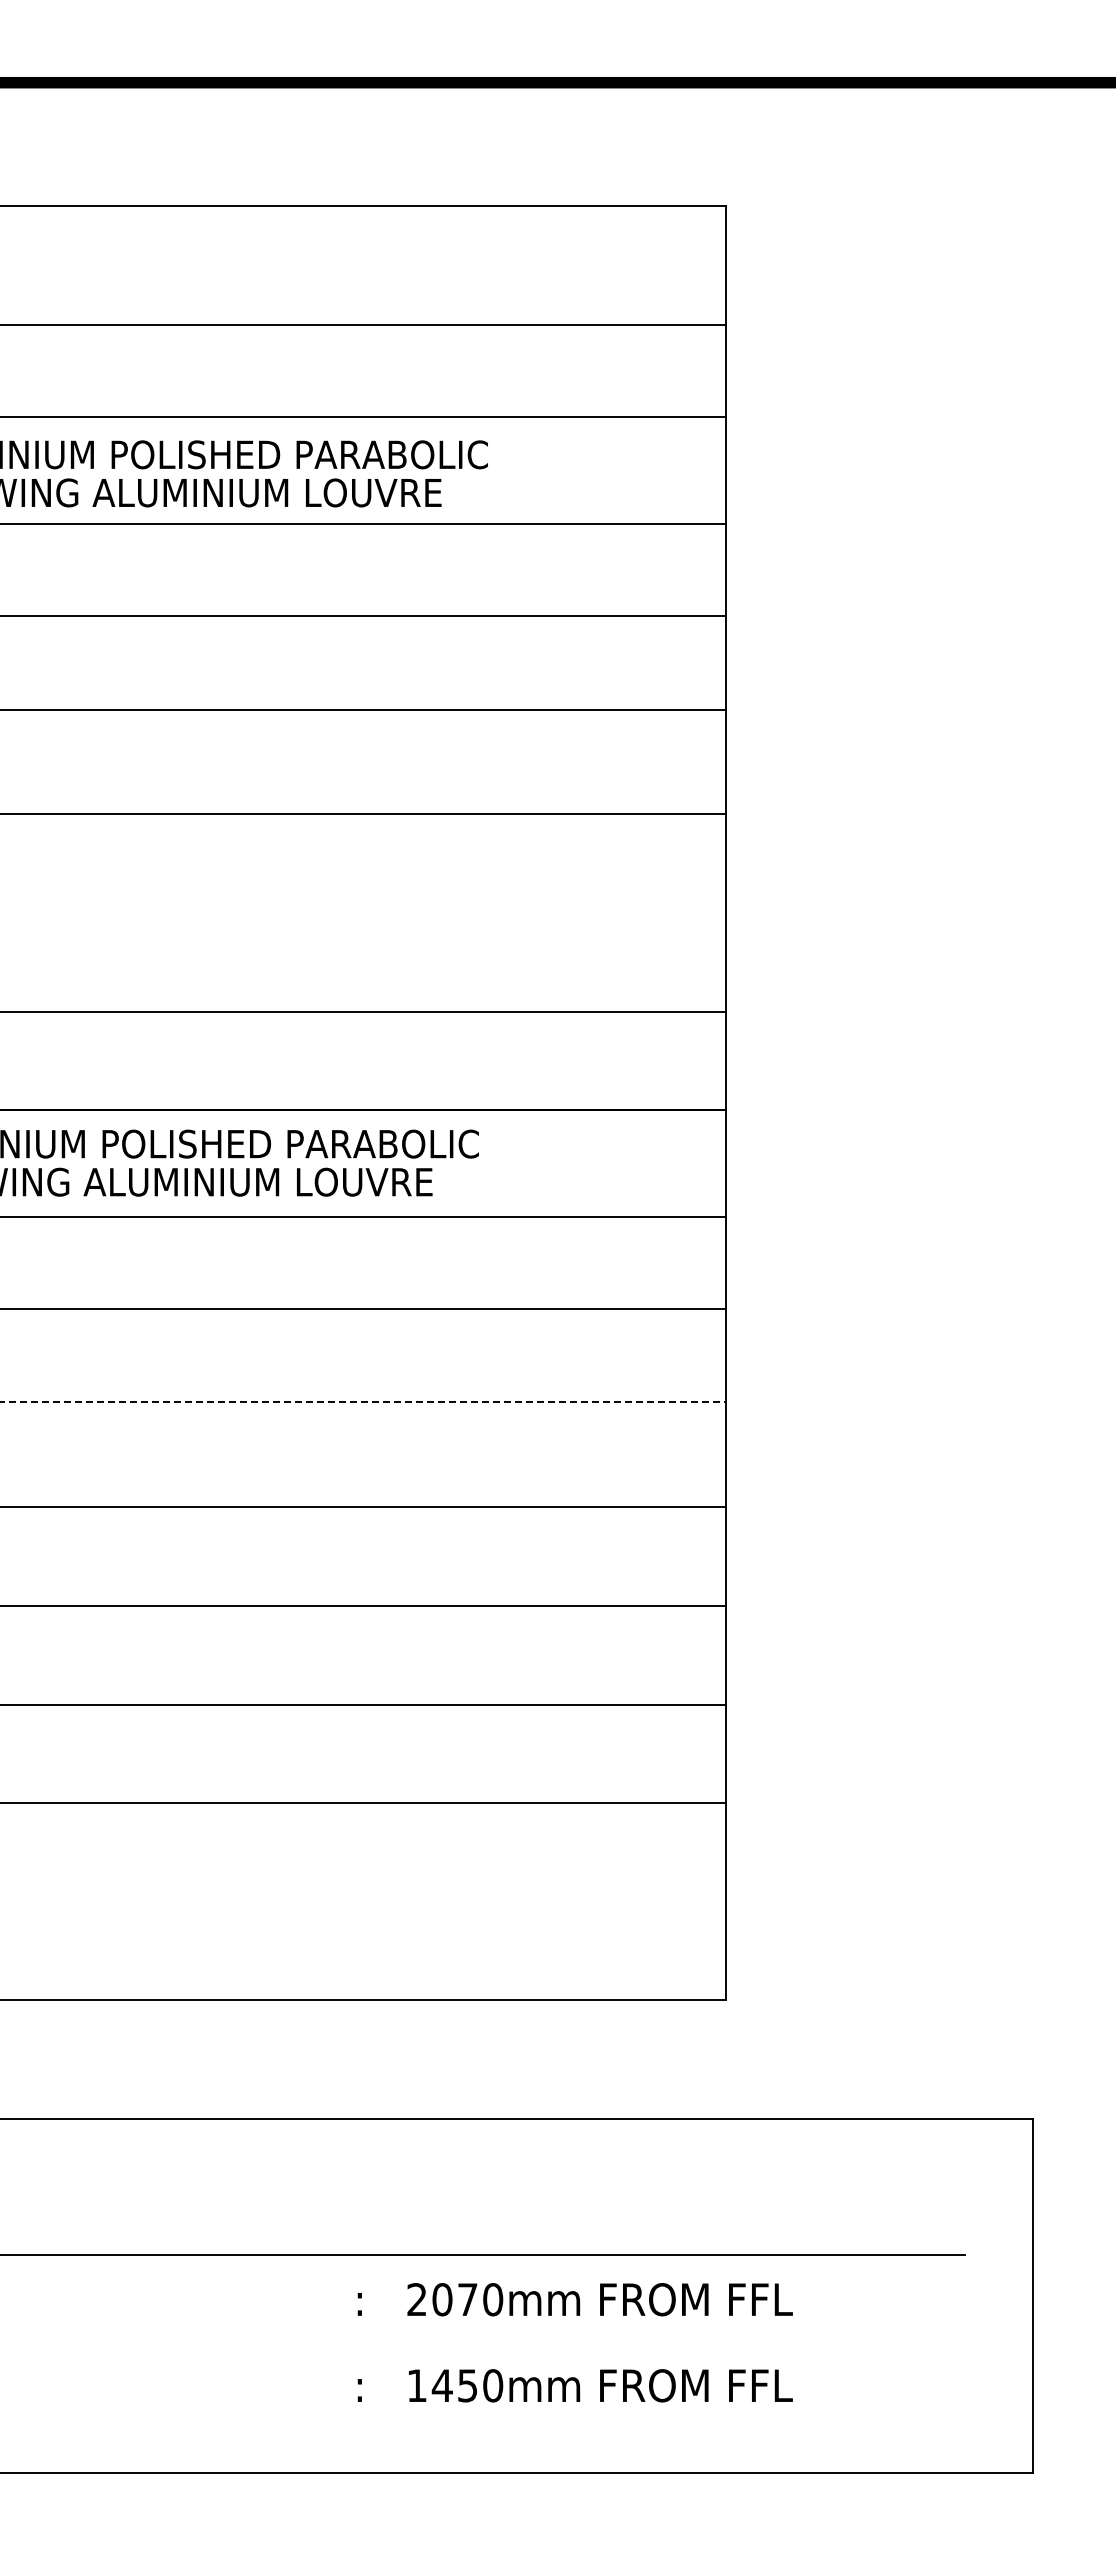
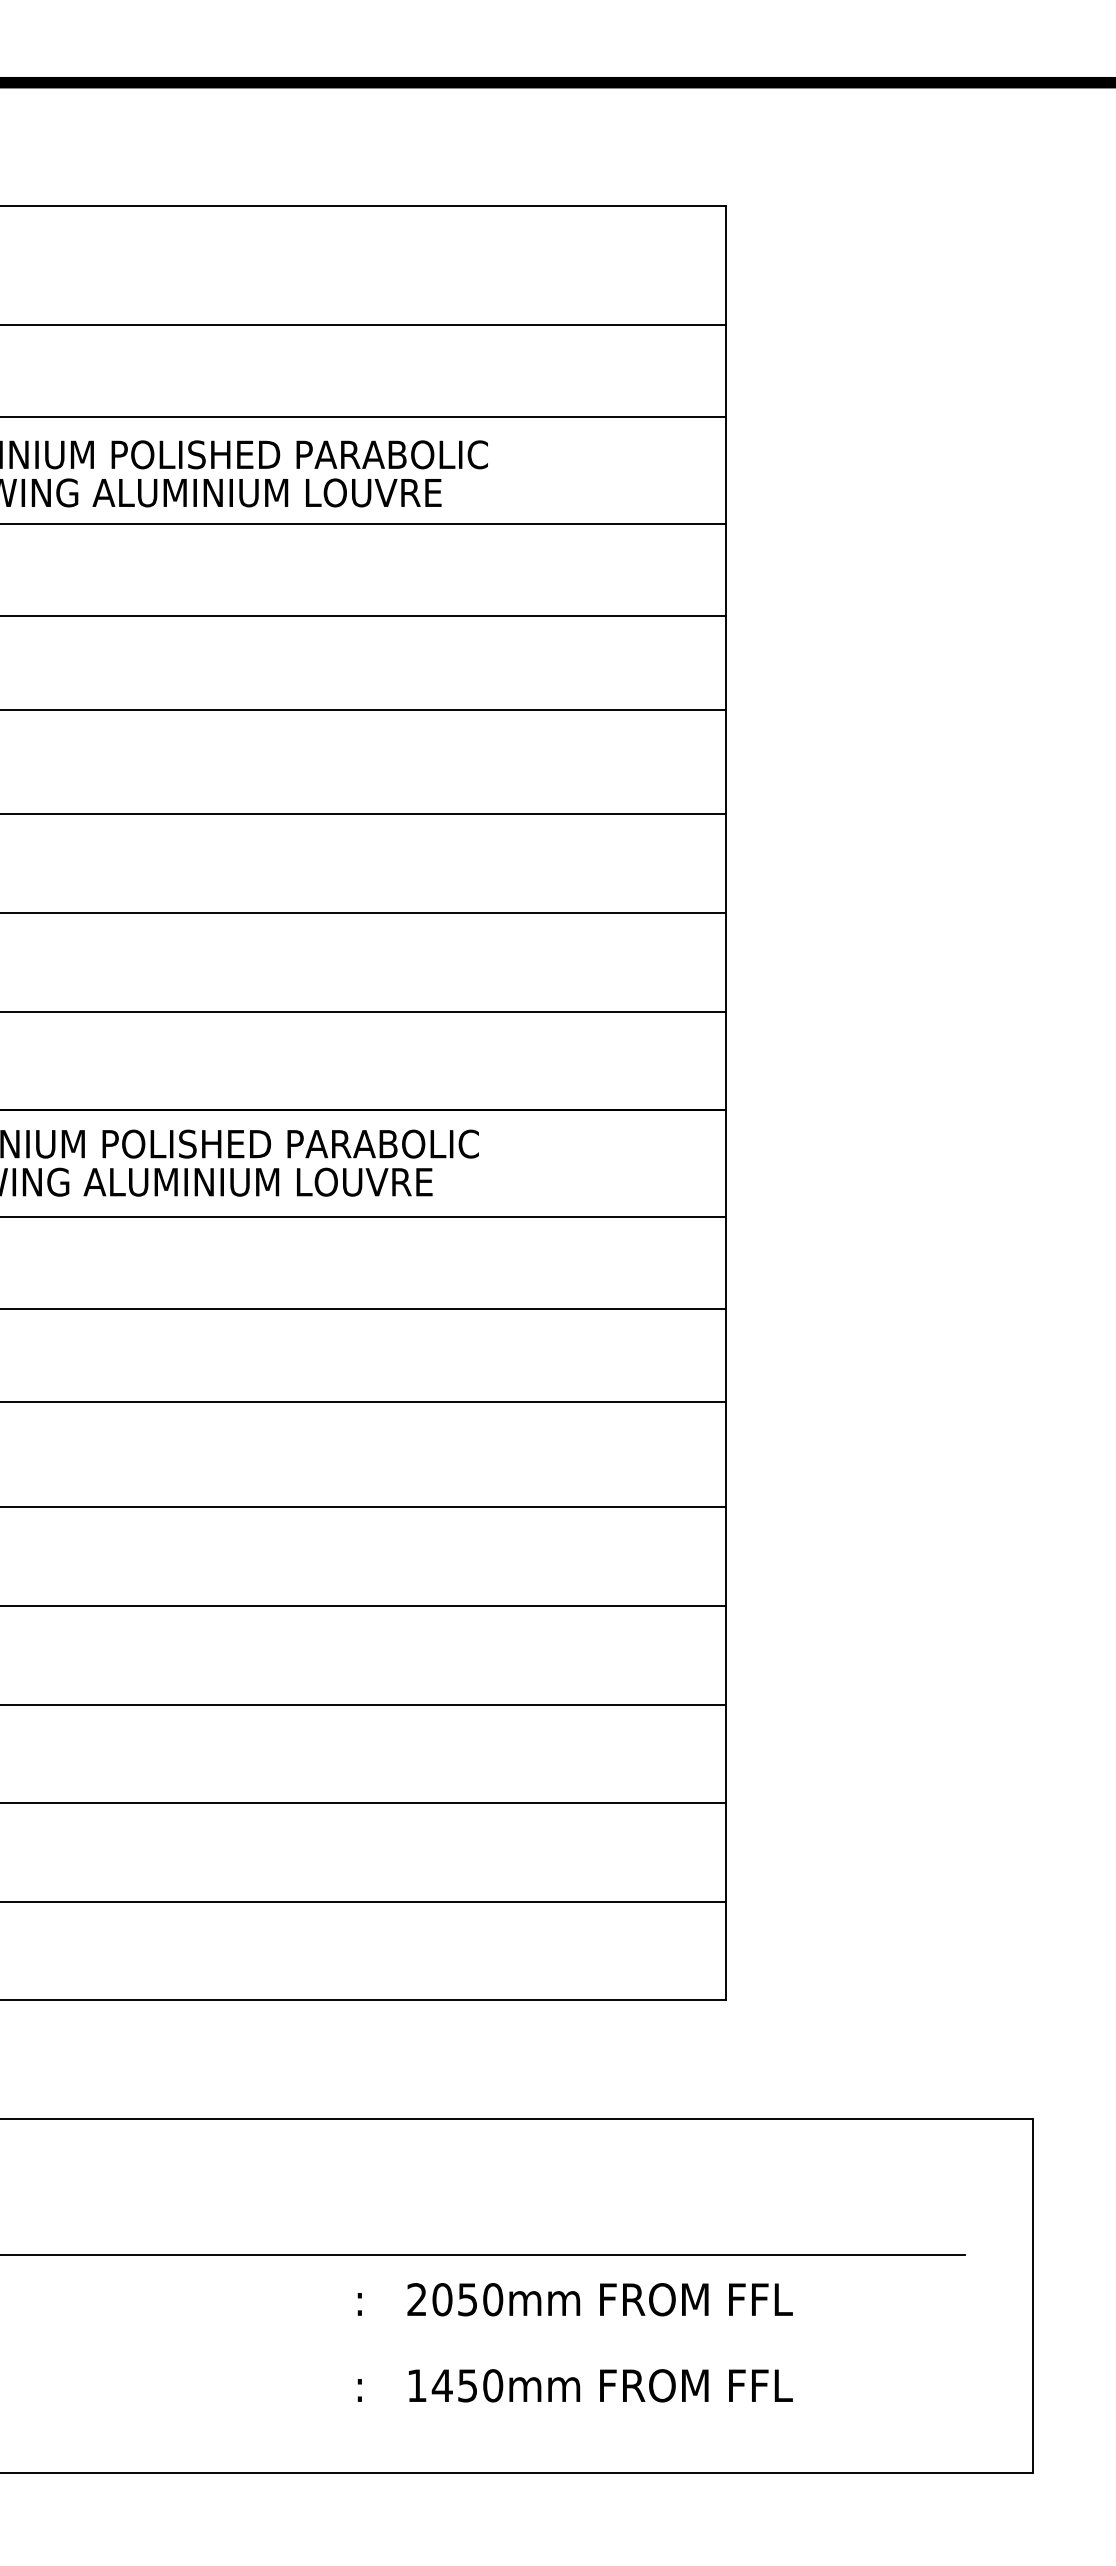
line at (363, 912): none -> present
line at (363, 1402): dashed -> solid
line at (363, 1901): none -> present
text at (467, 2299): 2070mm -> 2050mm
